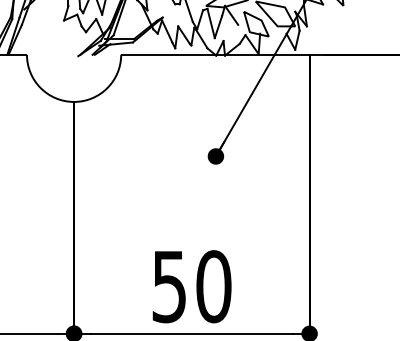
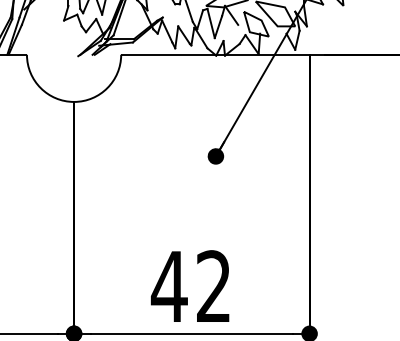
text at (190, 286): 50 -> 42
